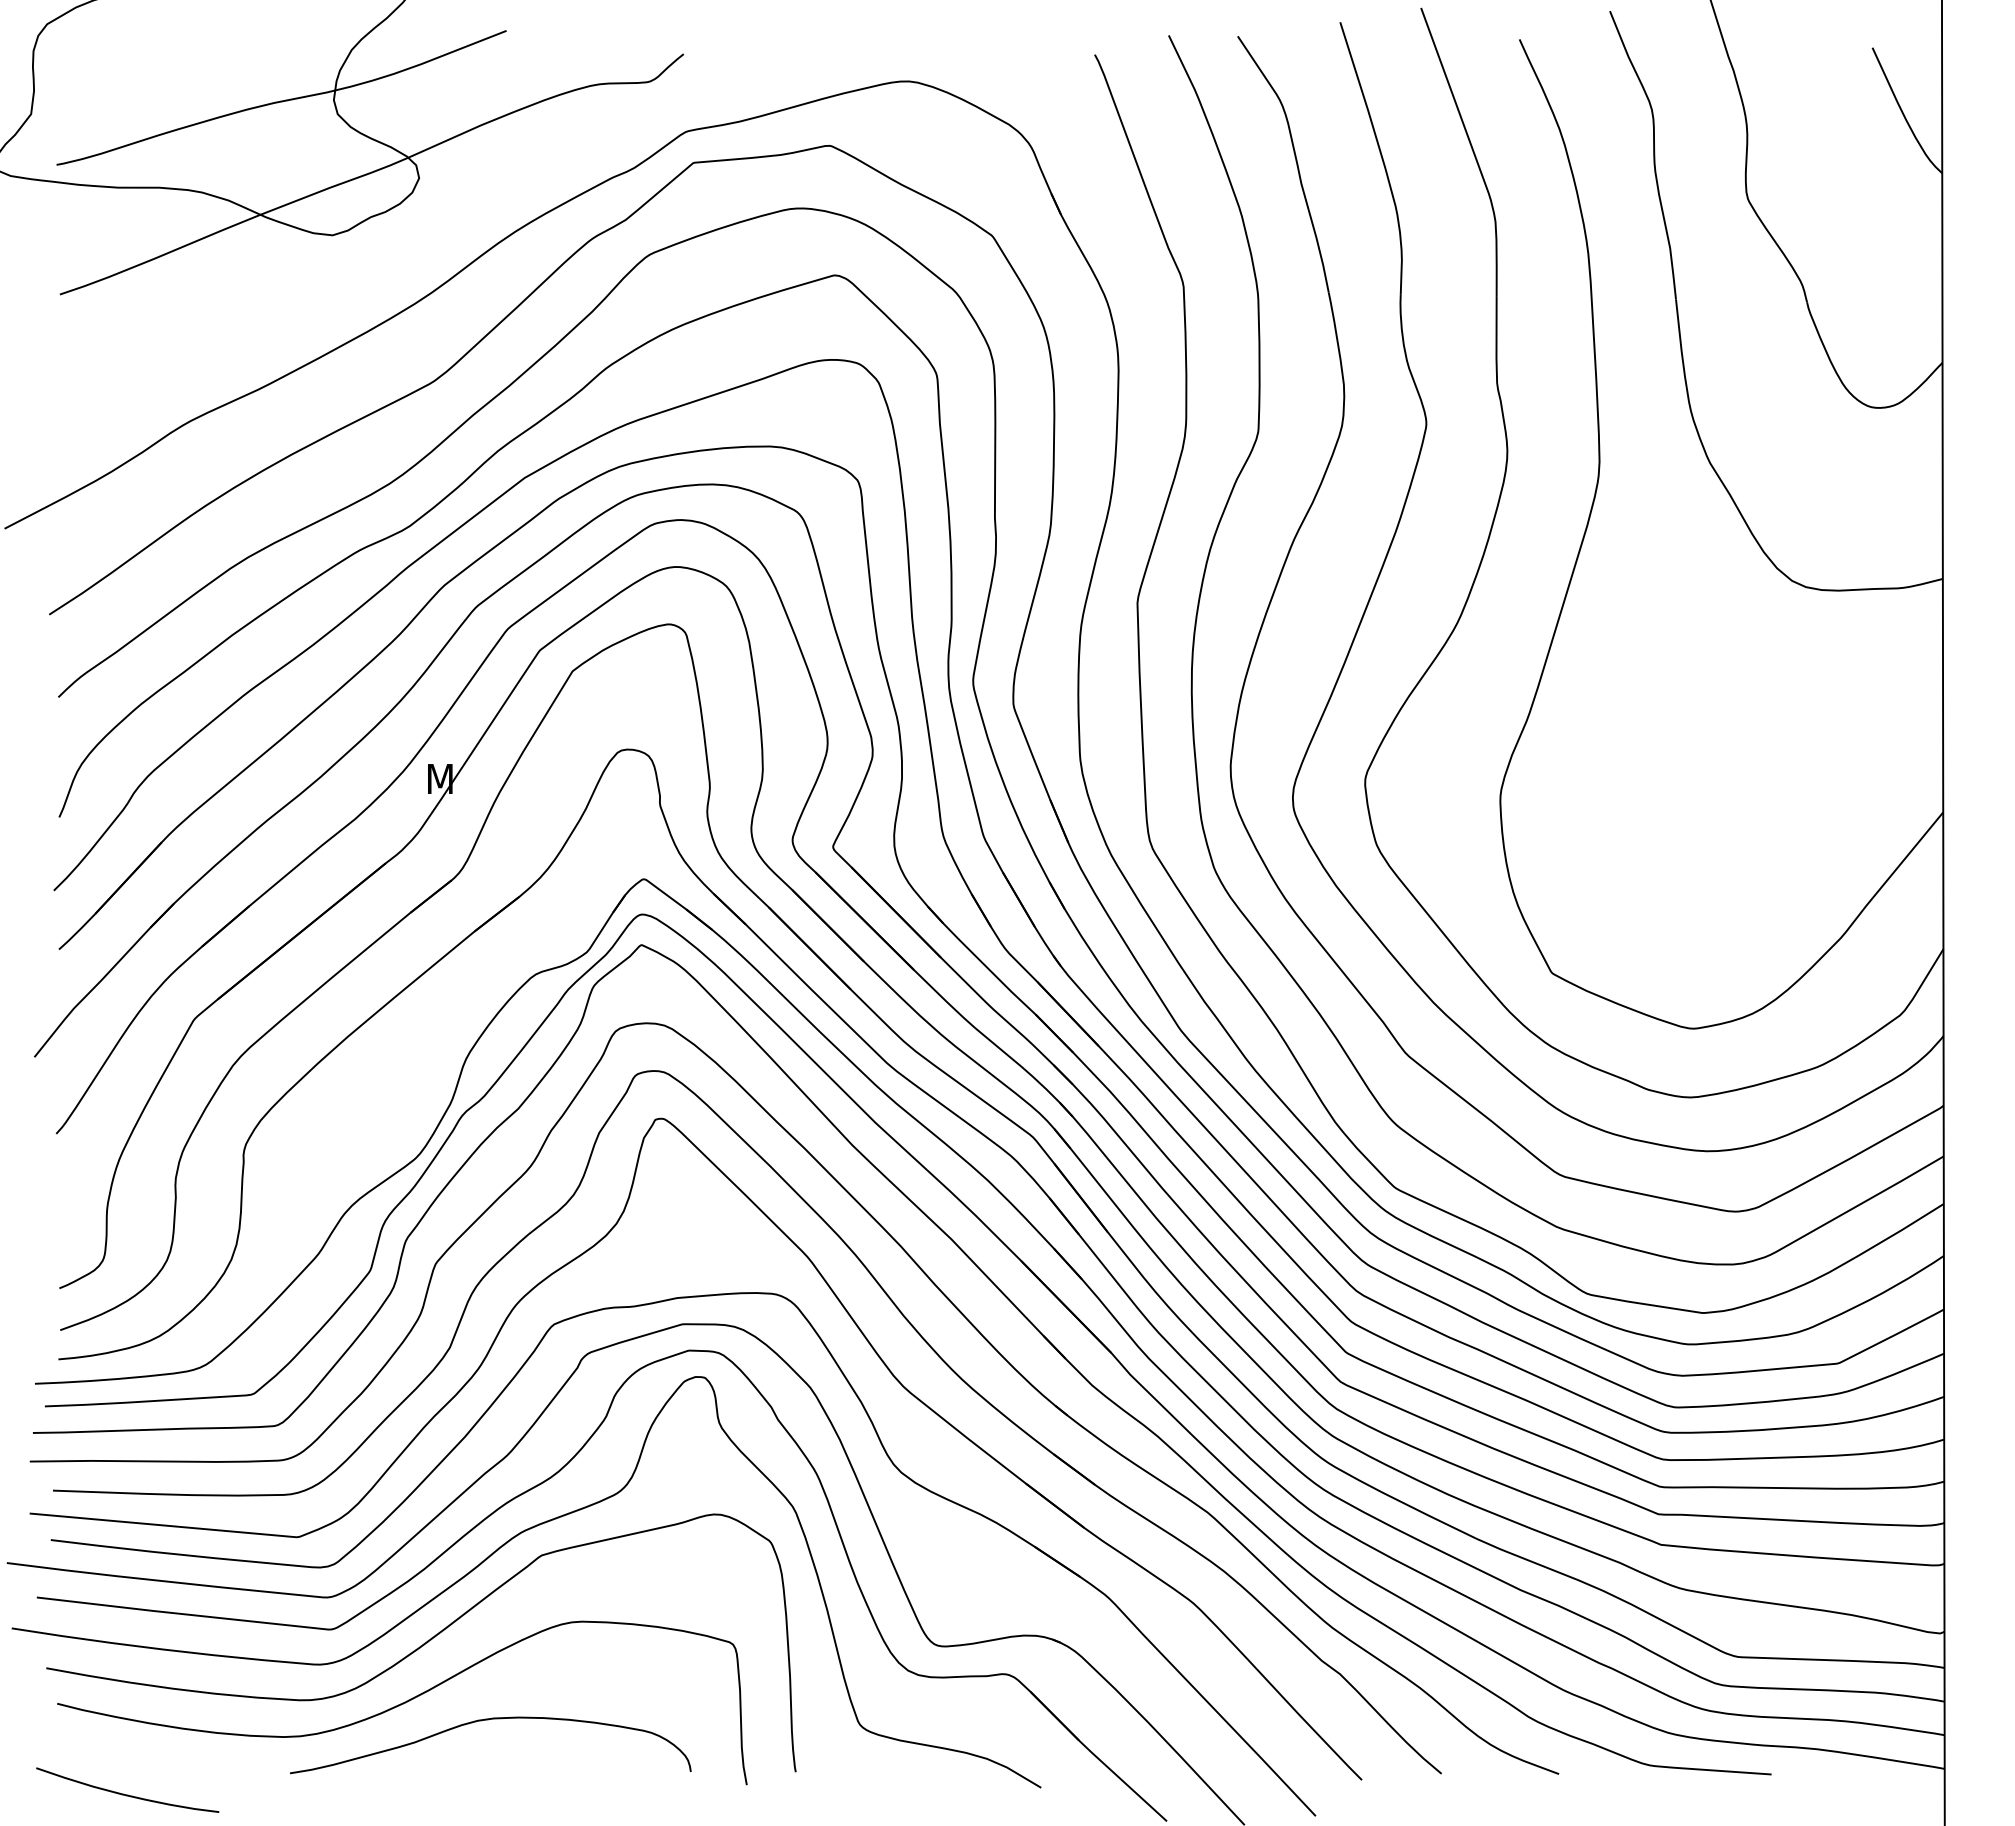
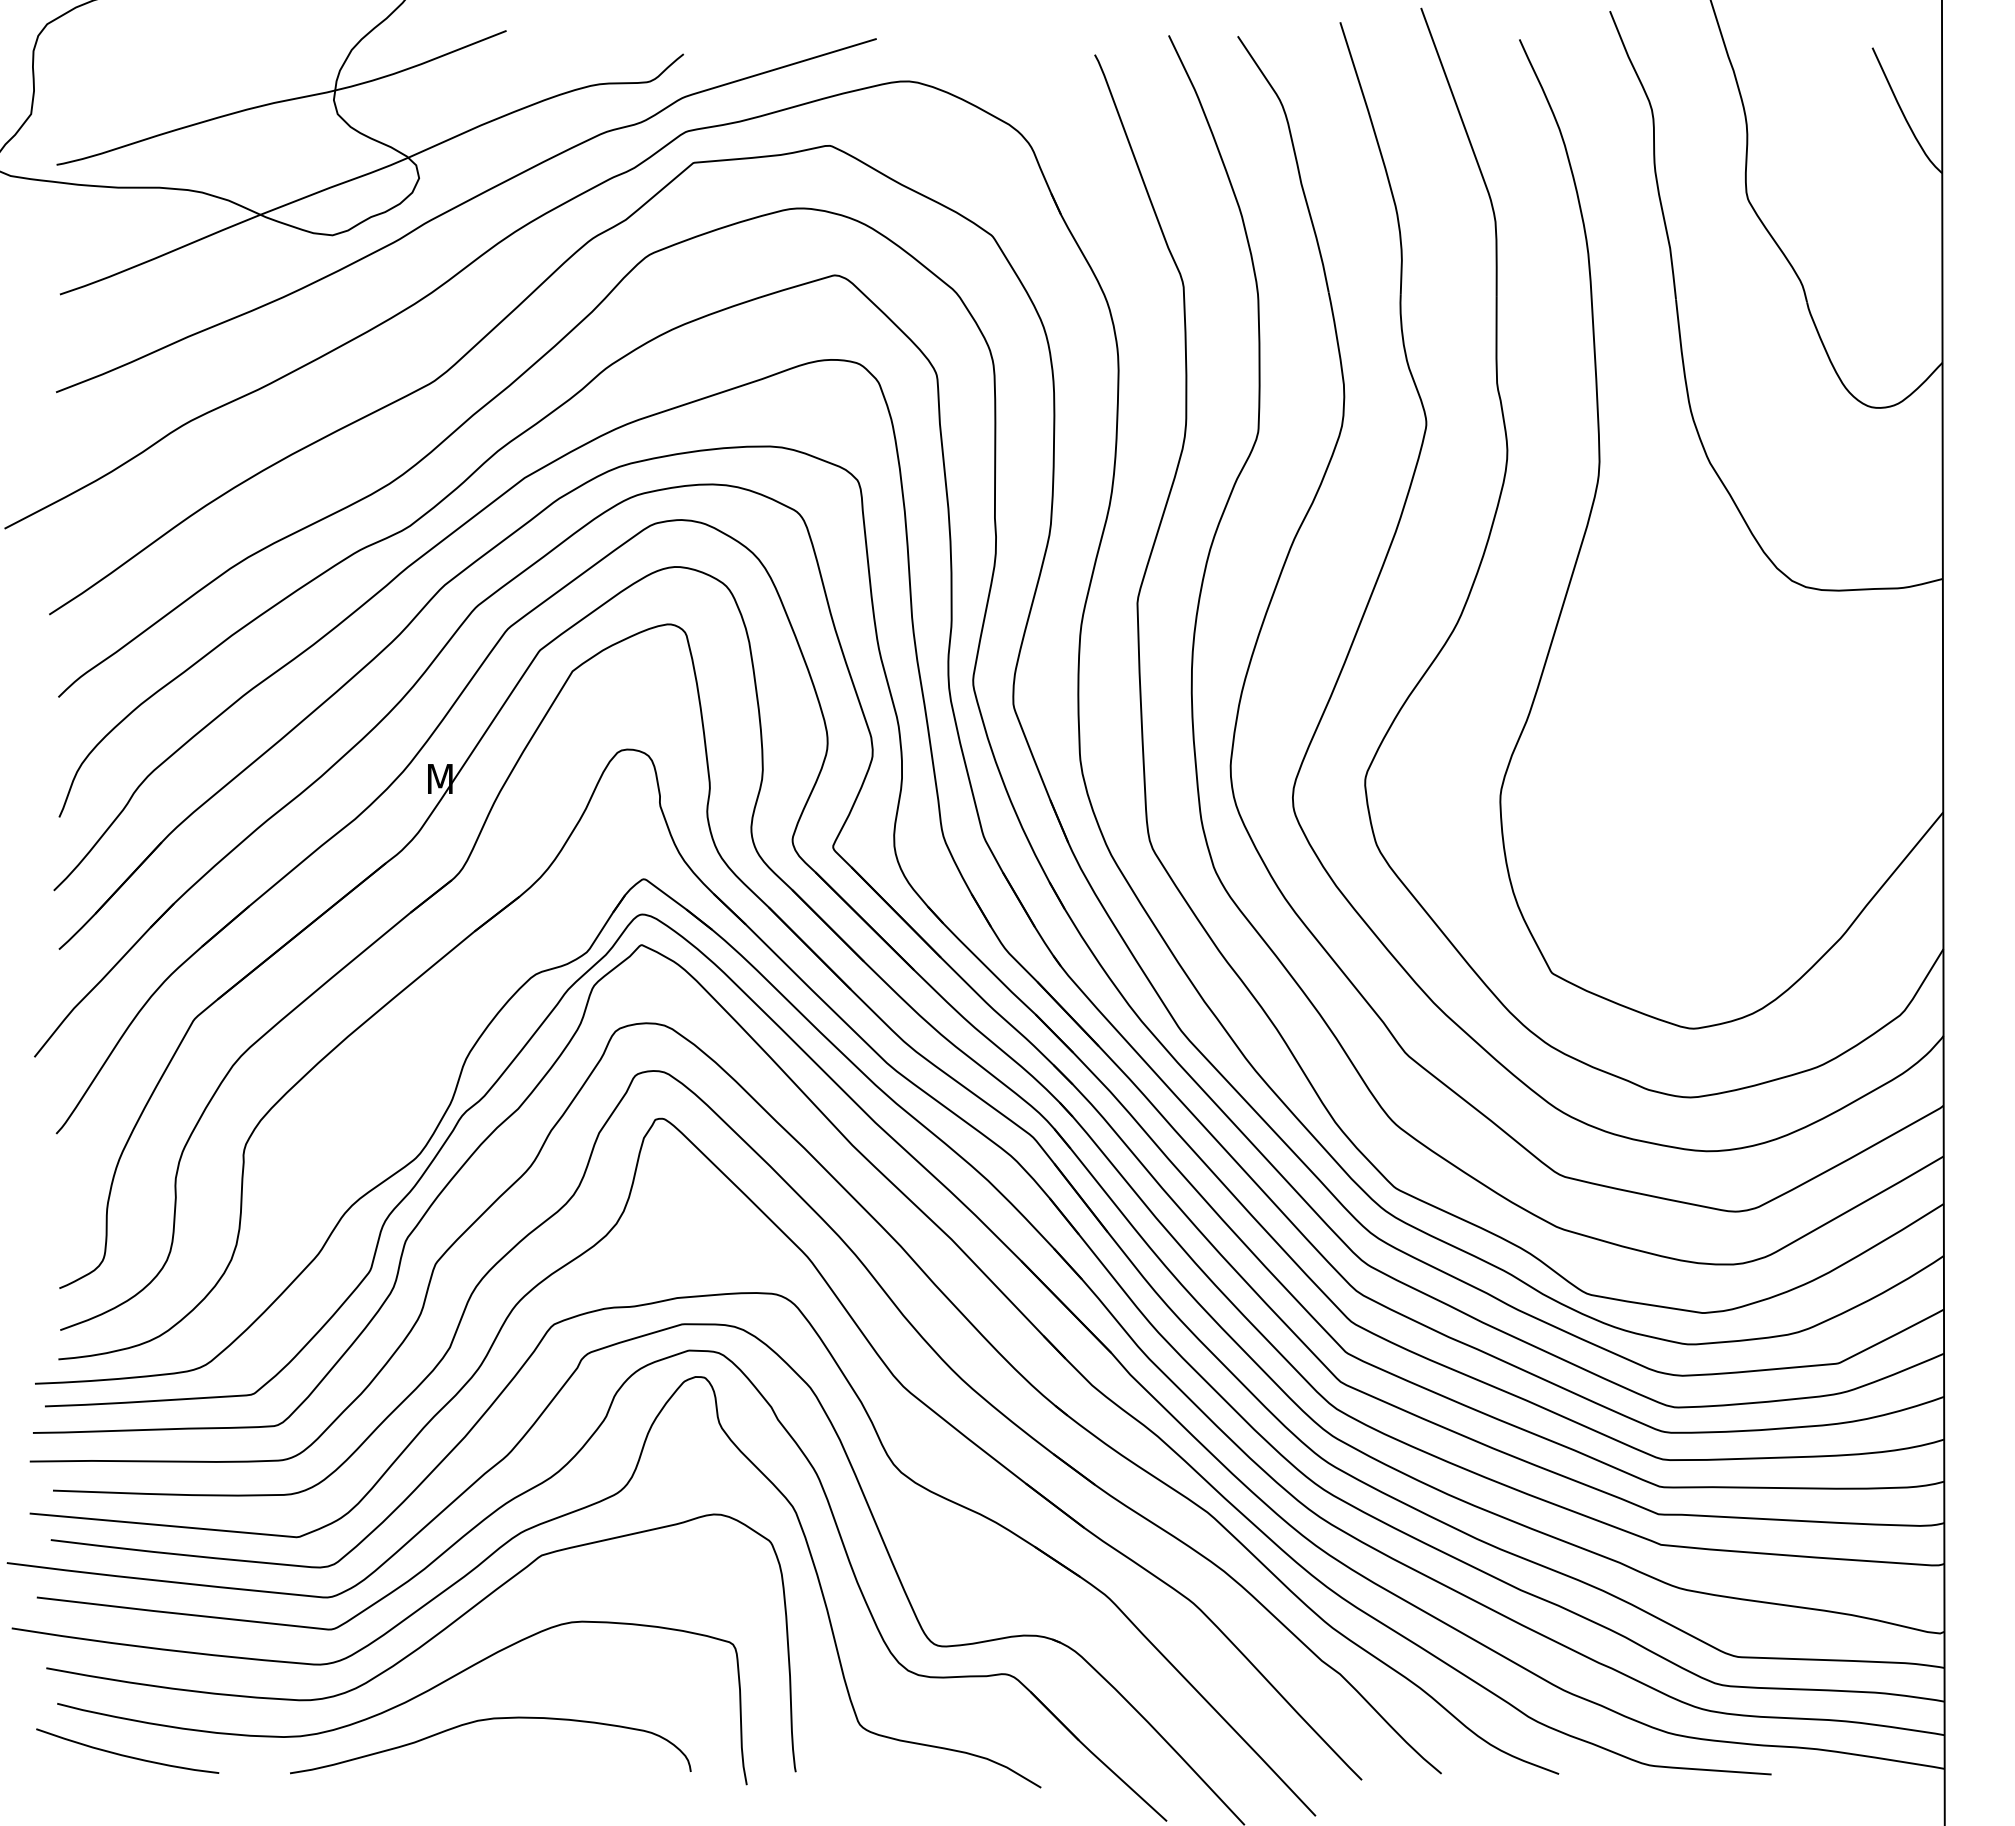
curve at (461, 205): none -> present
curve at (127, 1794) position: (127, 1794) -> (127, 1755)
